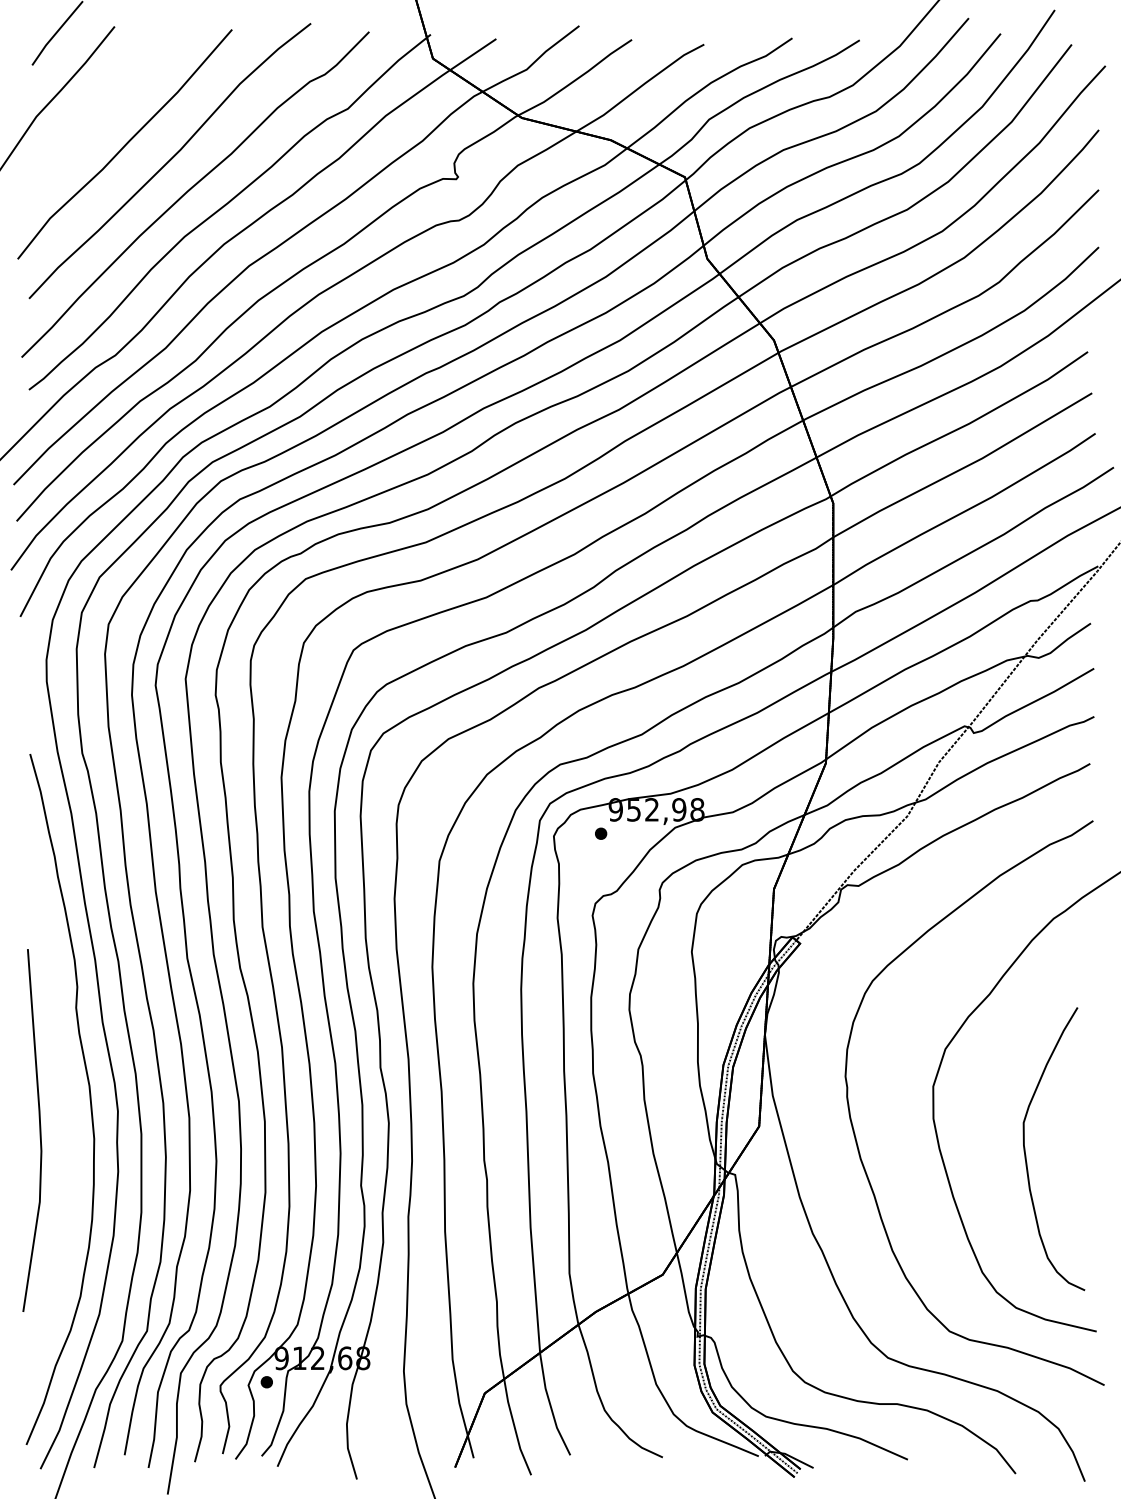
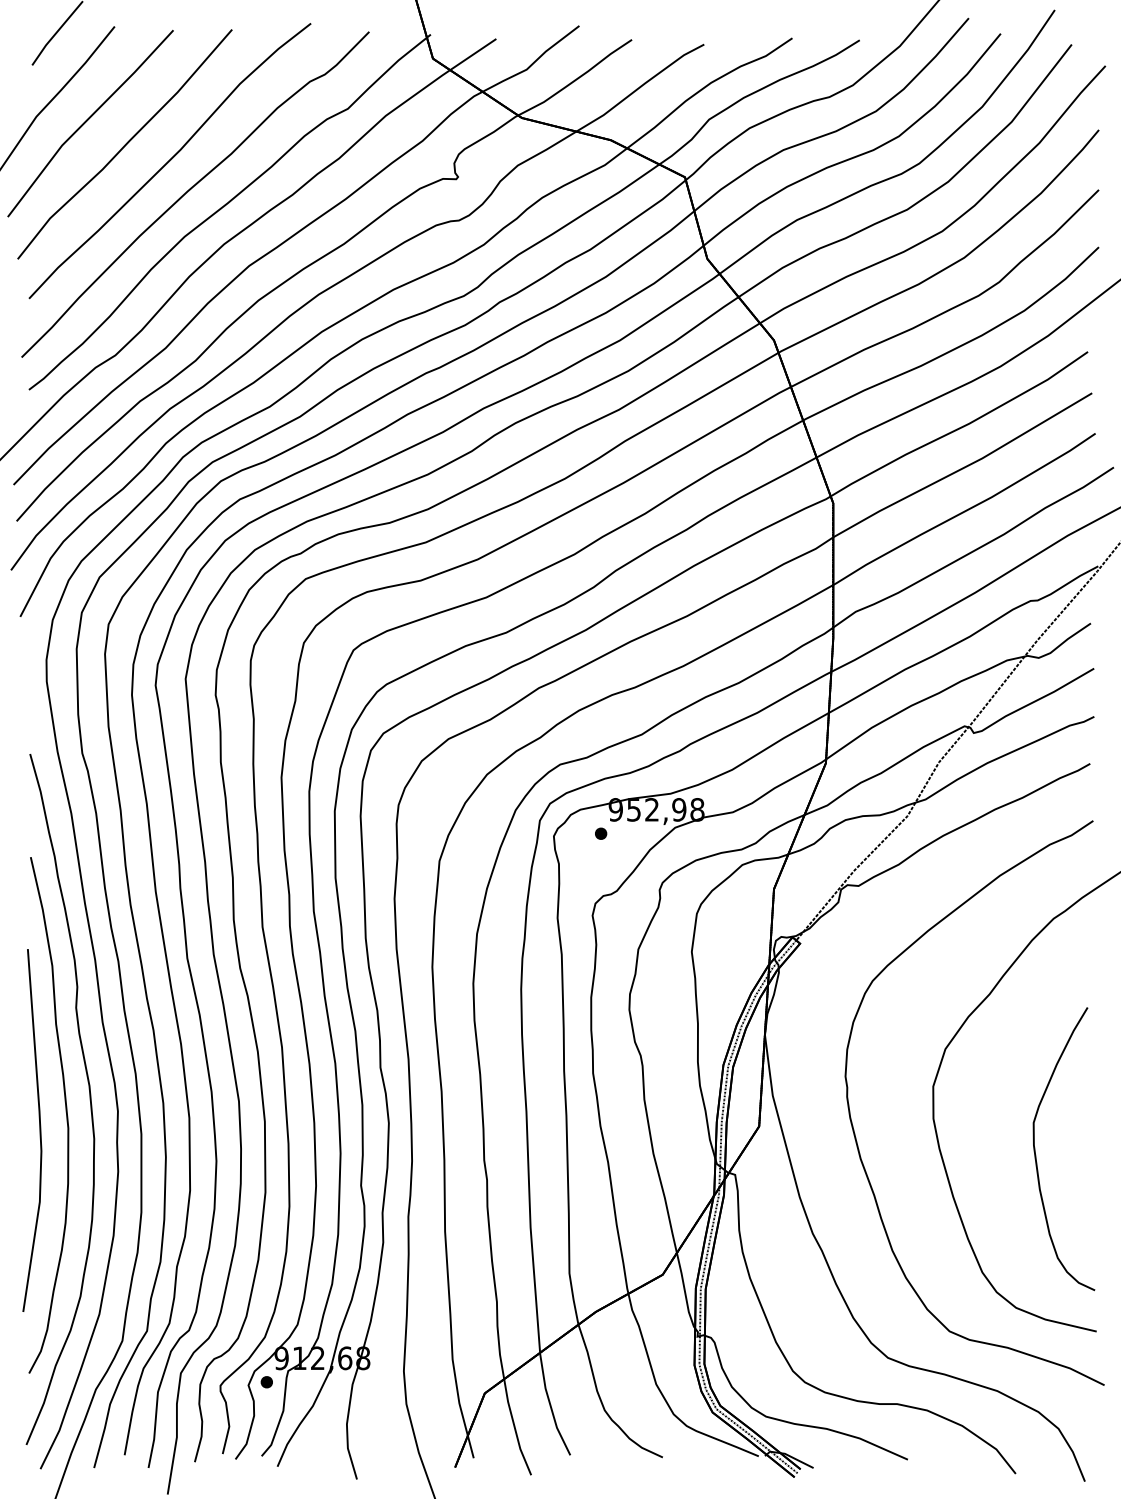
line at (88, 120): none -> present
curve at (65, 1112): none -> present
part at (1026, 1155) position: (1026, 1155) -> (1036, 1155)
